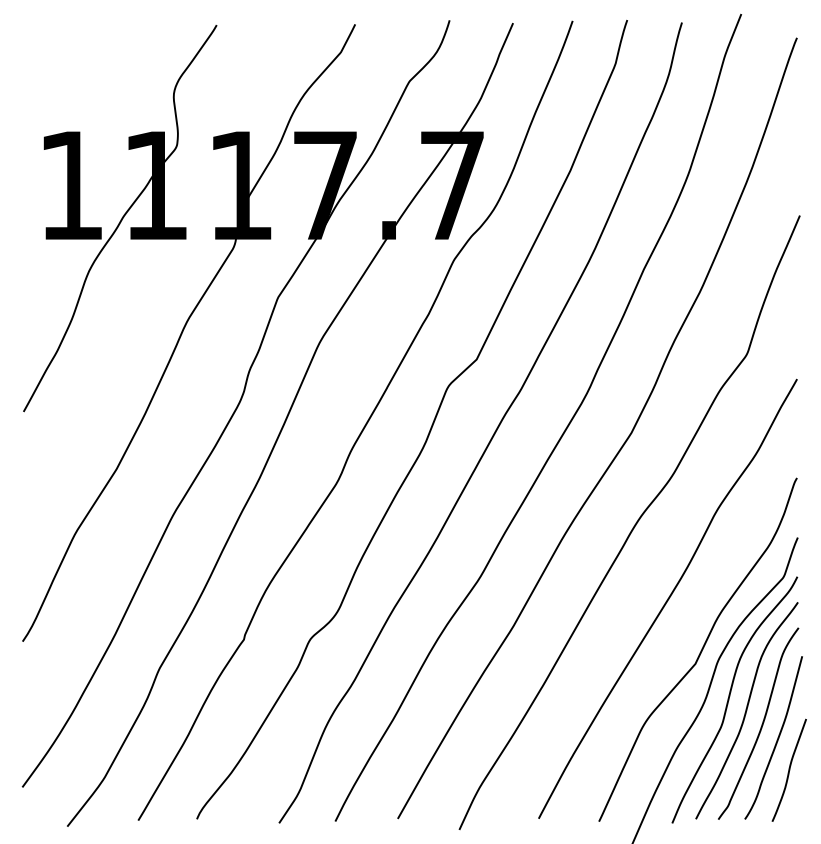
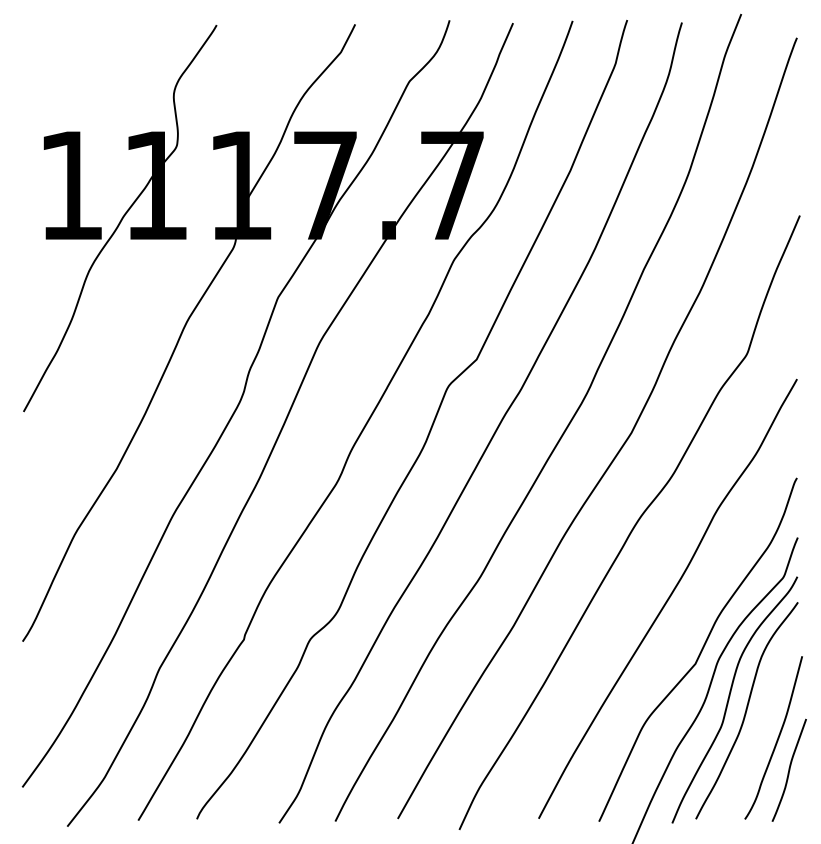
curve at (761, 724): present -> none
